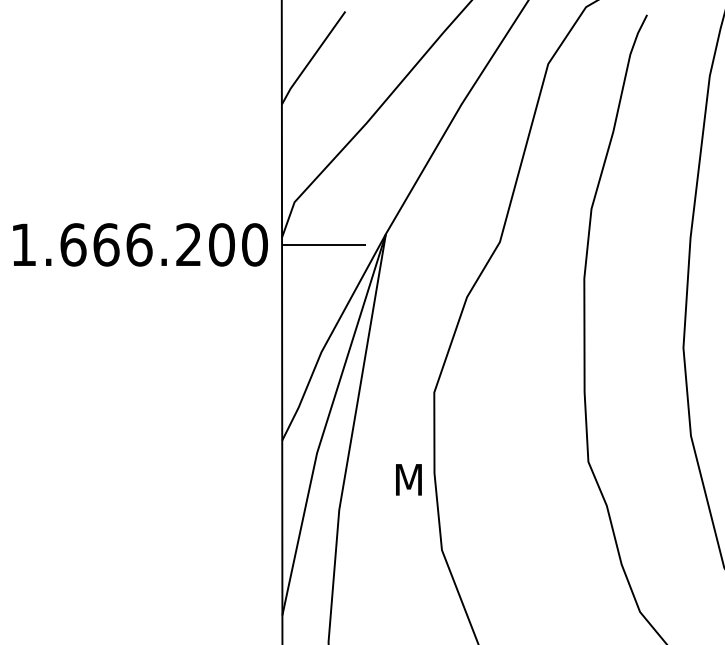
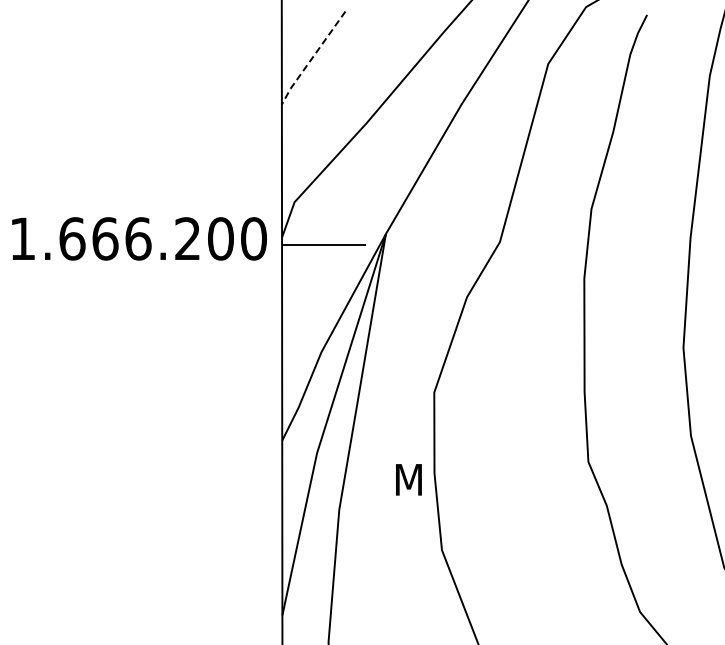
line at (312, 58): solid -> dashed
text at (140, 244) position: (140, 244) -> (139, 238)
